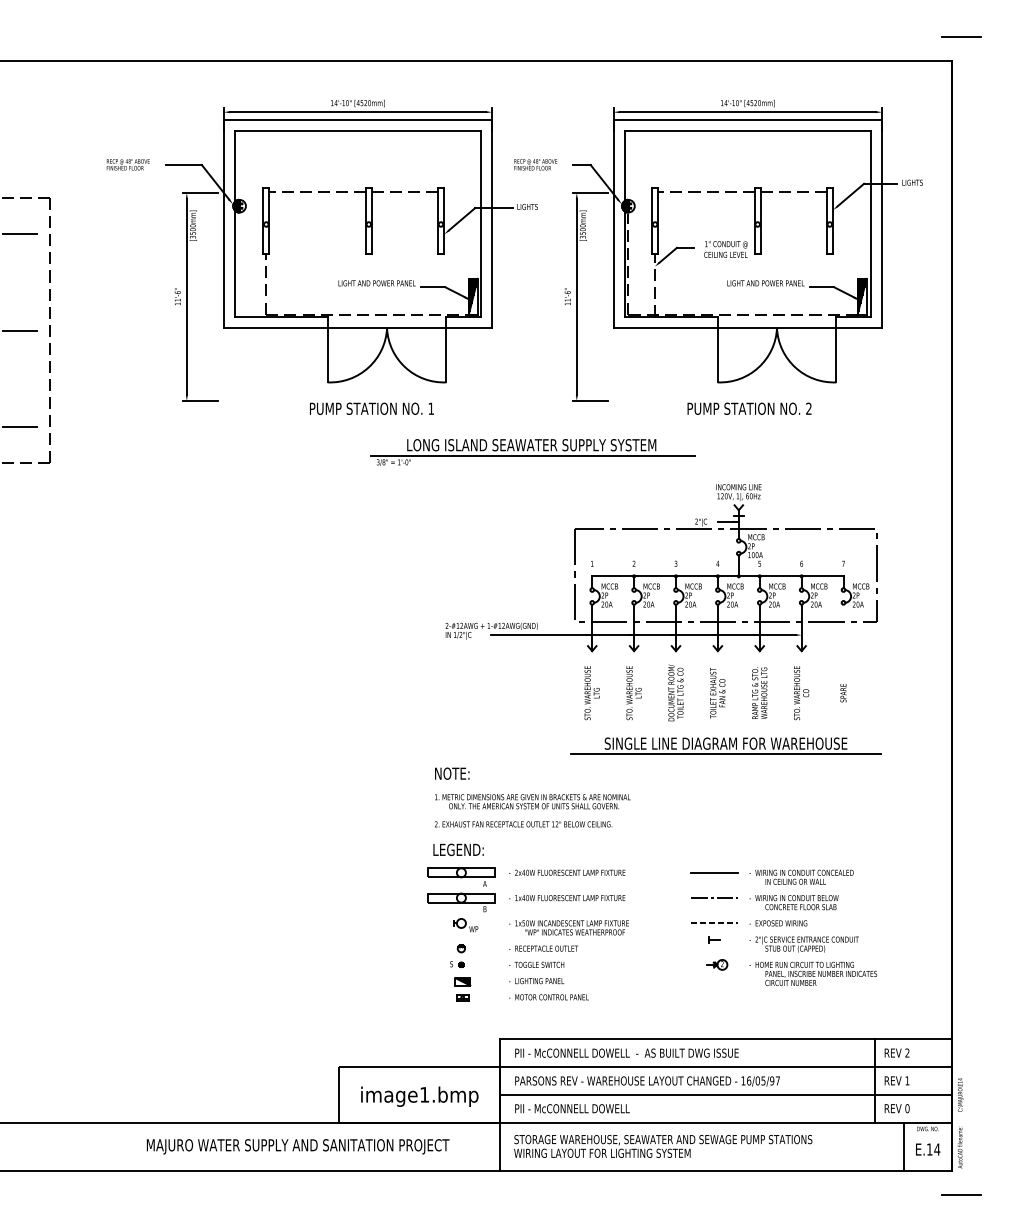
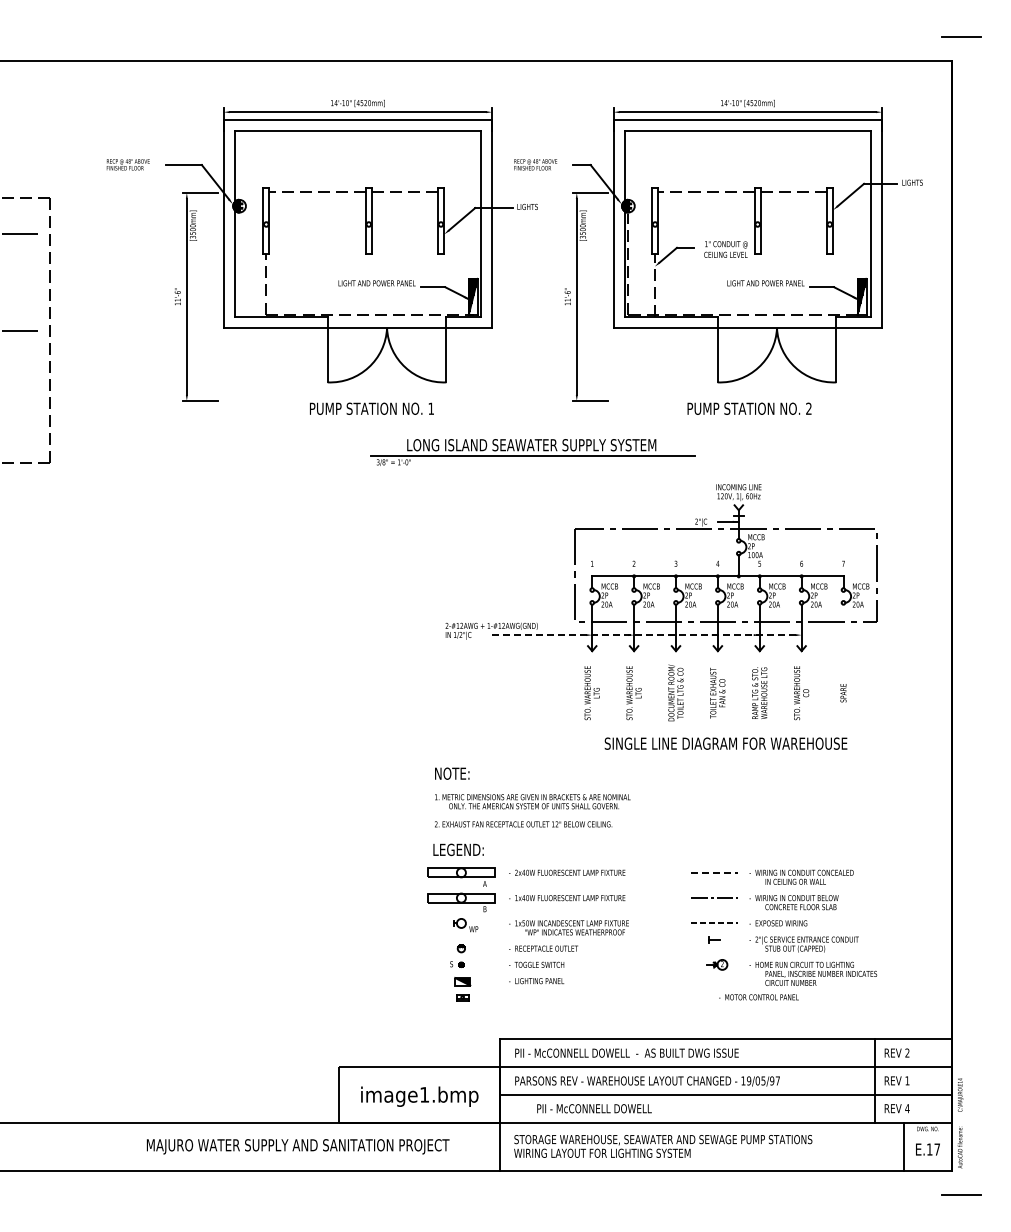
line at (19, 427): present -> none
line at (642, 635): solid -> dashed
line at (725, 754): present -> none
line at (714, 872): solid -> dashed
text at (548, 997) position: (548, 997) -> (758, 997)
text at (748, 1080): 16/05/97 -> 19/05/97
text at (572, 1108) position: (572, 1108) -> (594, 1108)
text at (907, 1108): 0 -> 4
text at (937, 1149): E.14 -> E.17
